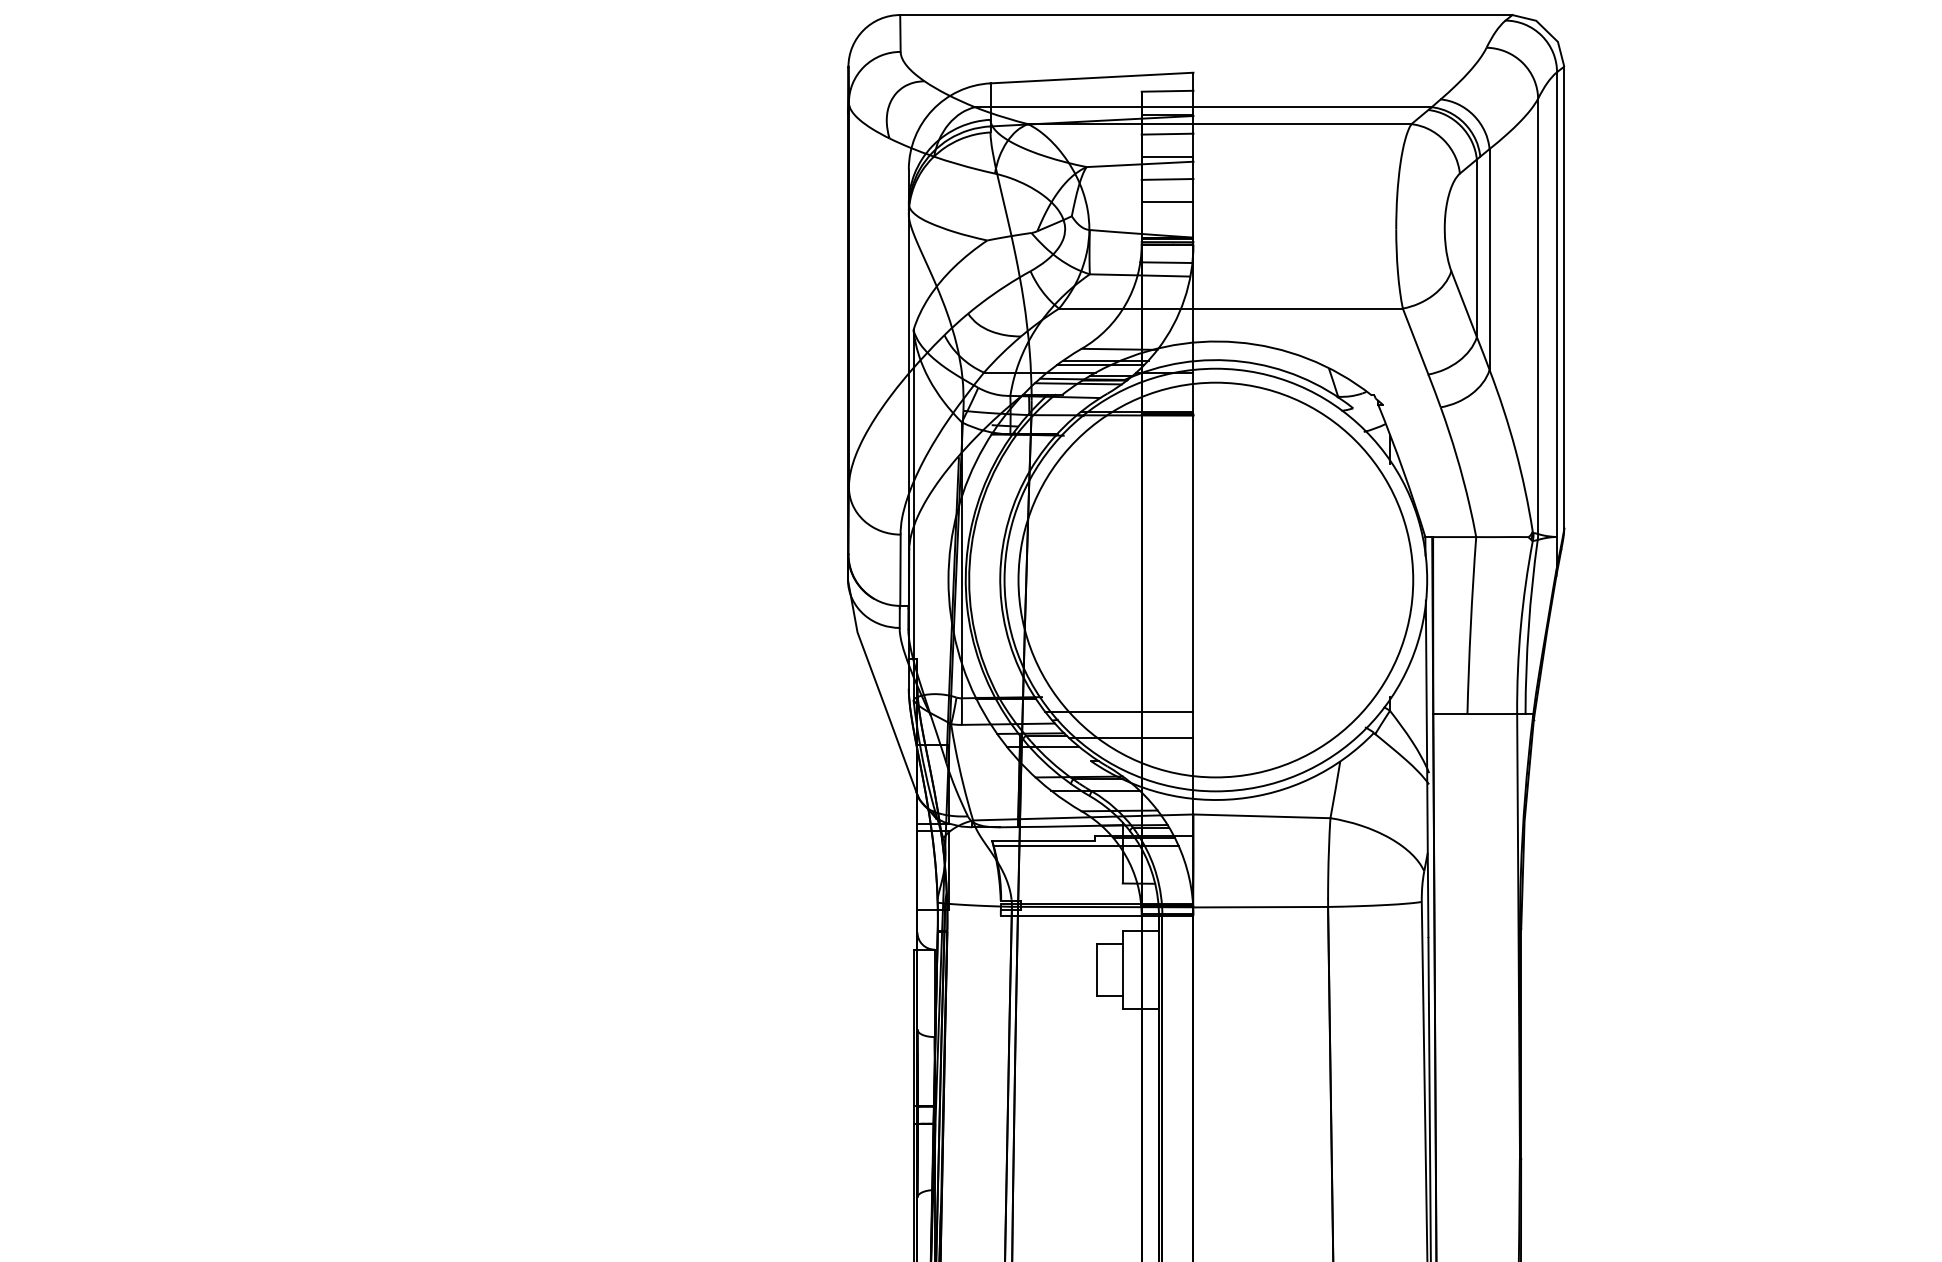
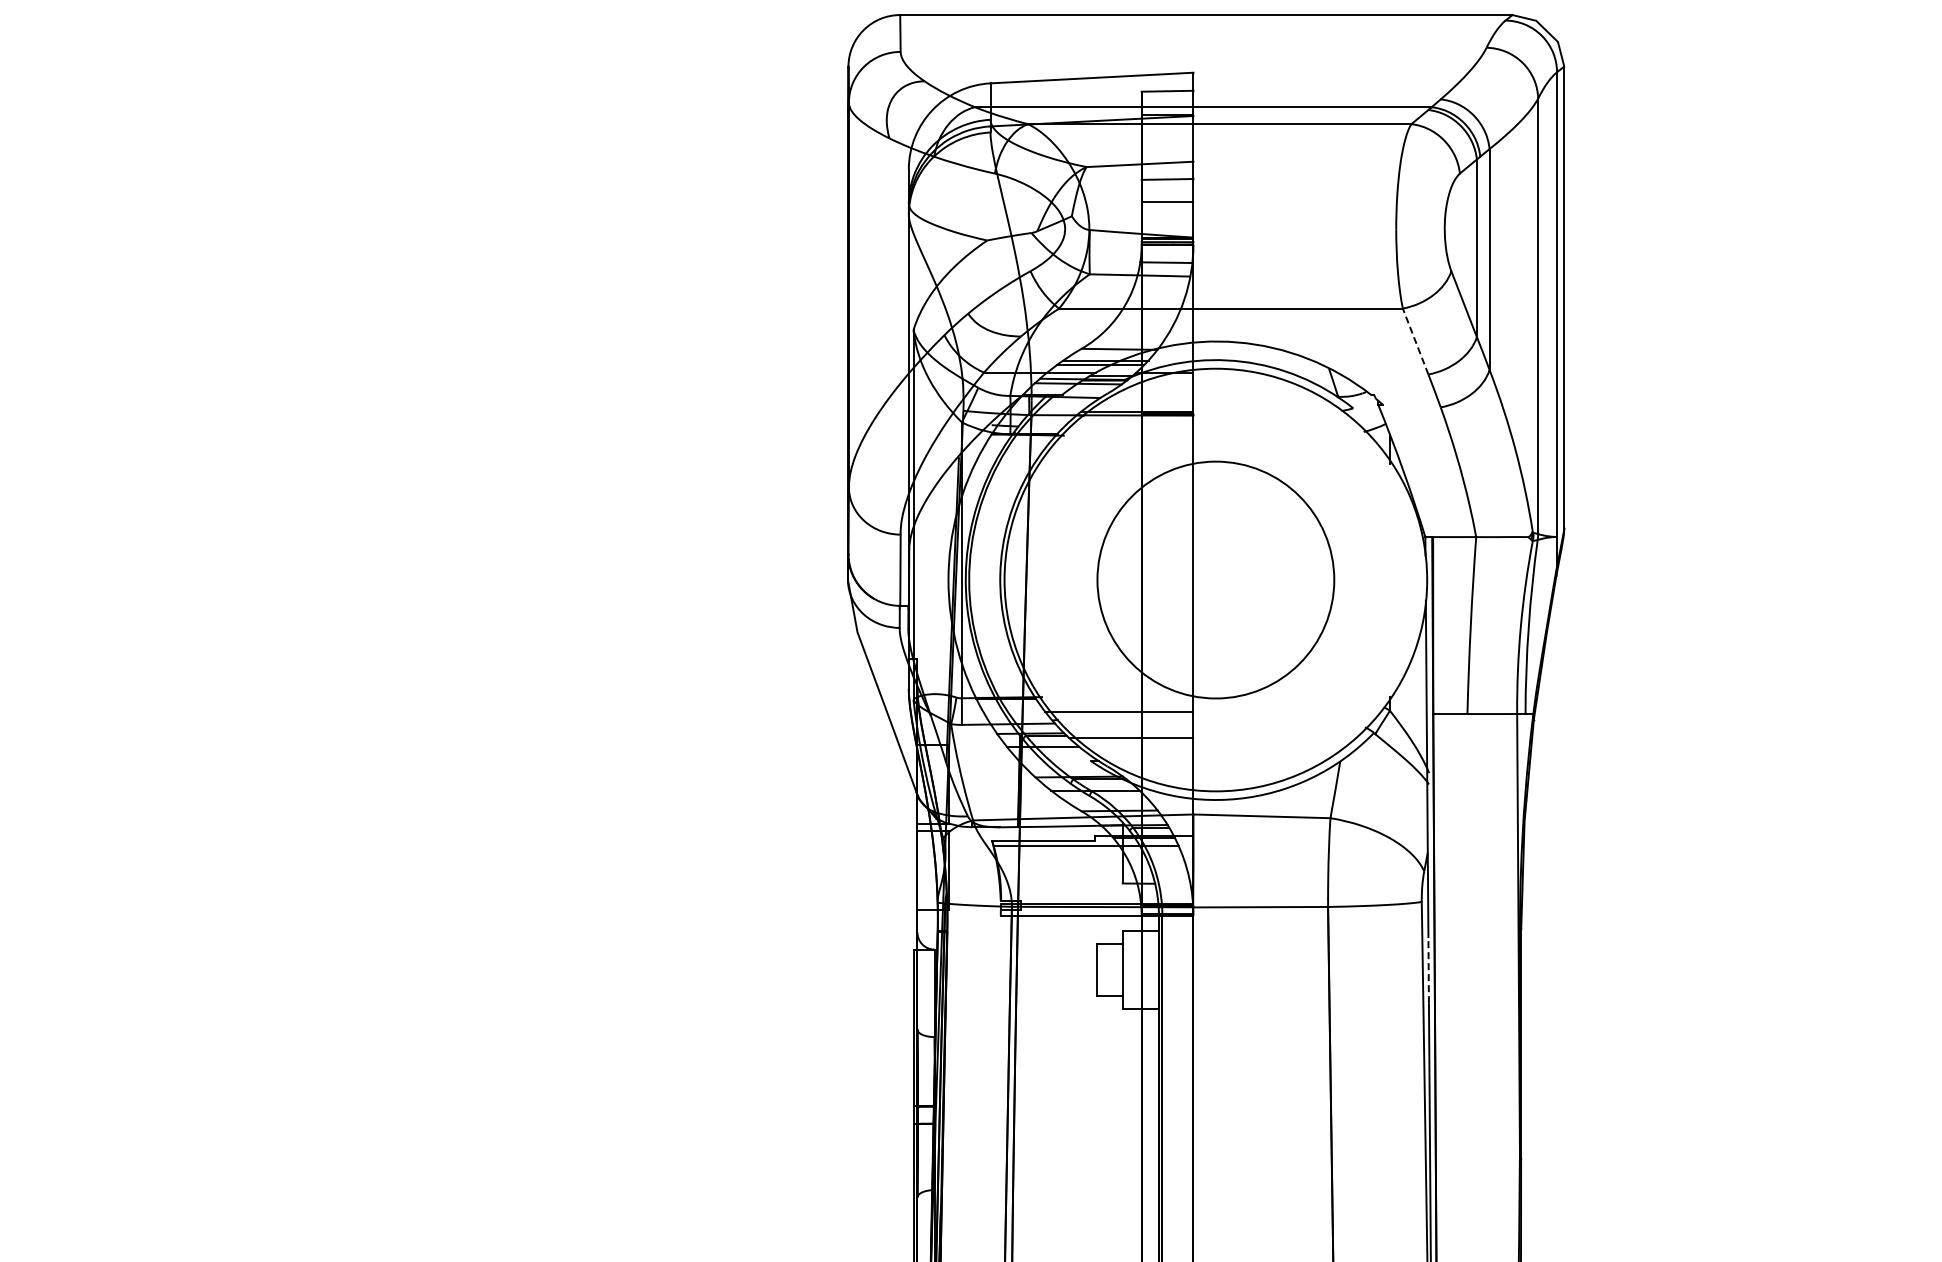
line at (1167, 133): present -> none
line at (1167, 157): present -> none
line at (1415, 341): solid -> dashed
circle at (1215, 579) diameter: 395 px -> 237 px
line at (1428, 970): solid -> dashed
